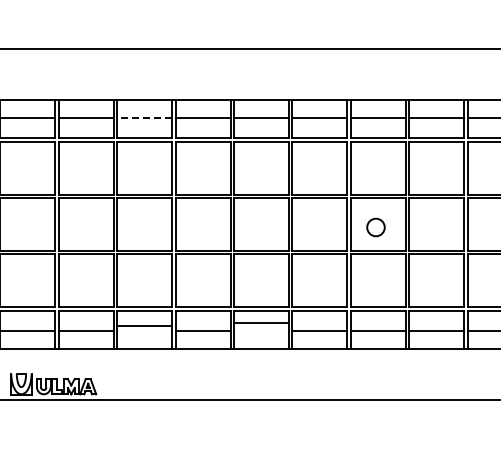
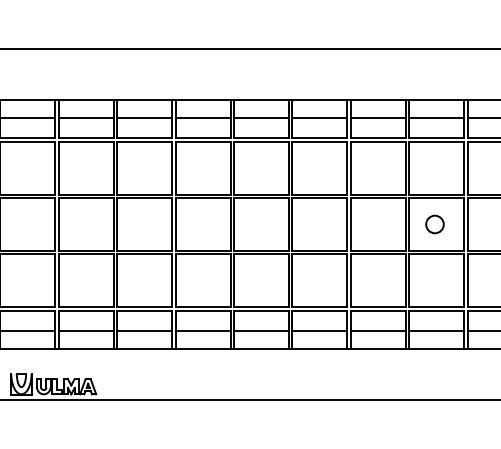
line at (144, 117): dashed -> solid
circle at (375, 227) position: (375, 227) -> (434, 224)
line at (261, 323) position: (261, 323) -> (261, 331)
line at (144, 326) position: (144, 326) -> (144, 331)
